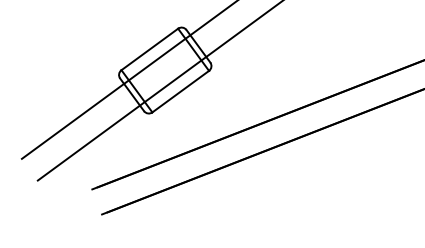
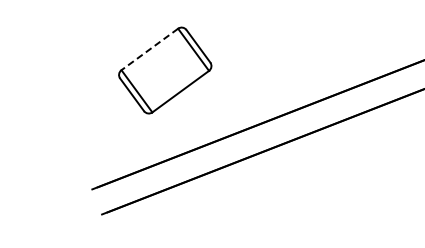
line at (149, 49): solid -> dashed
line at (128, 80): present -> none
line at (158, 91): present -> none
